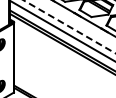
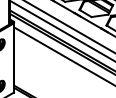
line at (69, 26): dashed -> solid
line at (63, 55): none -> present
